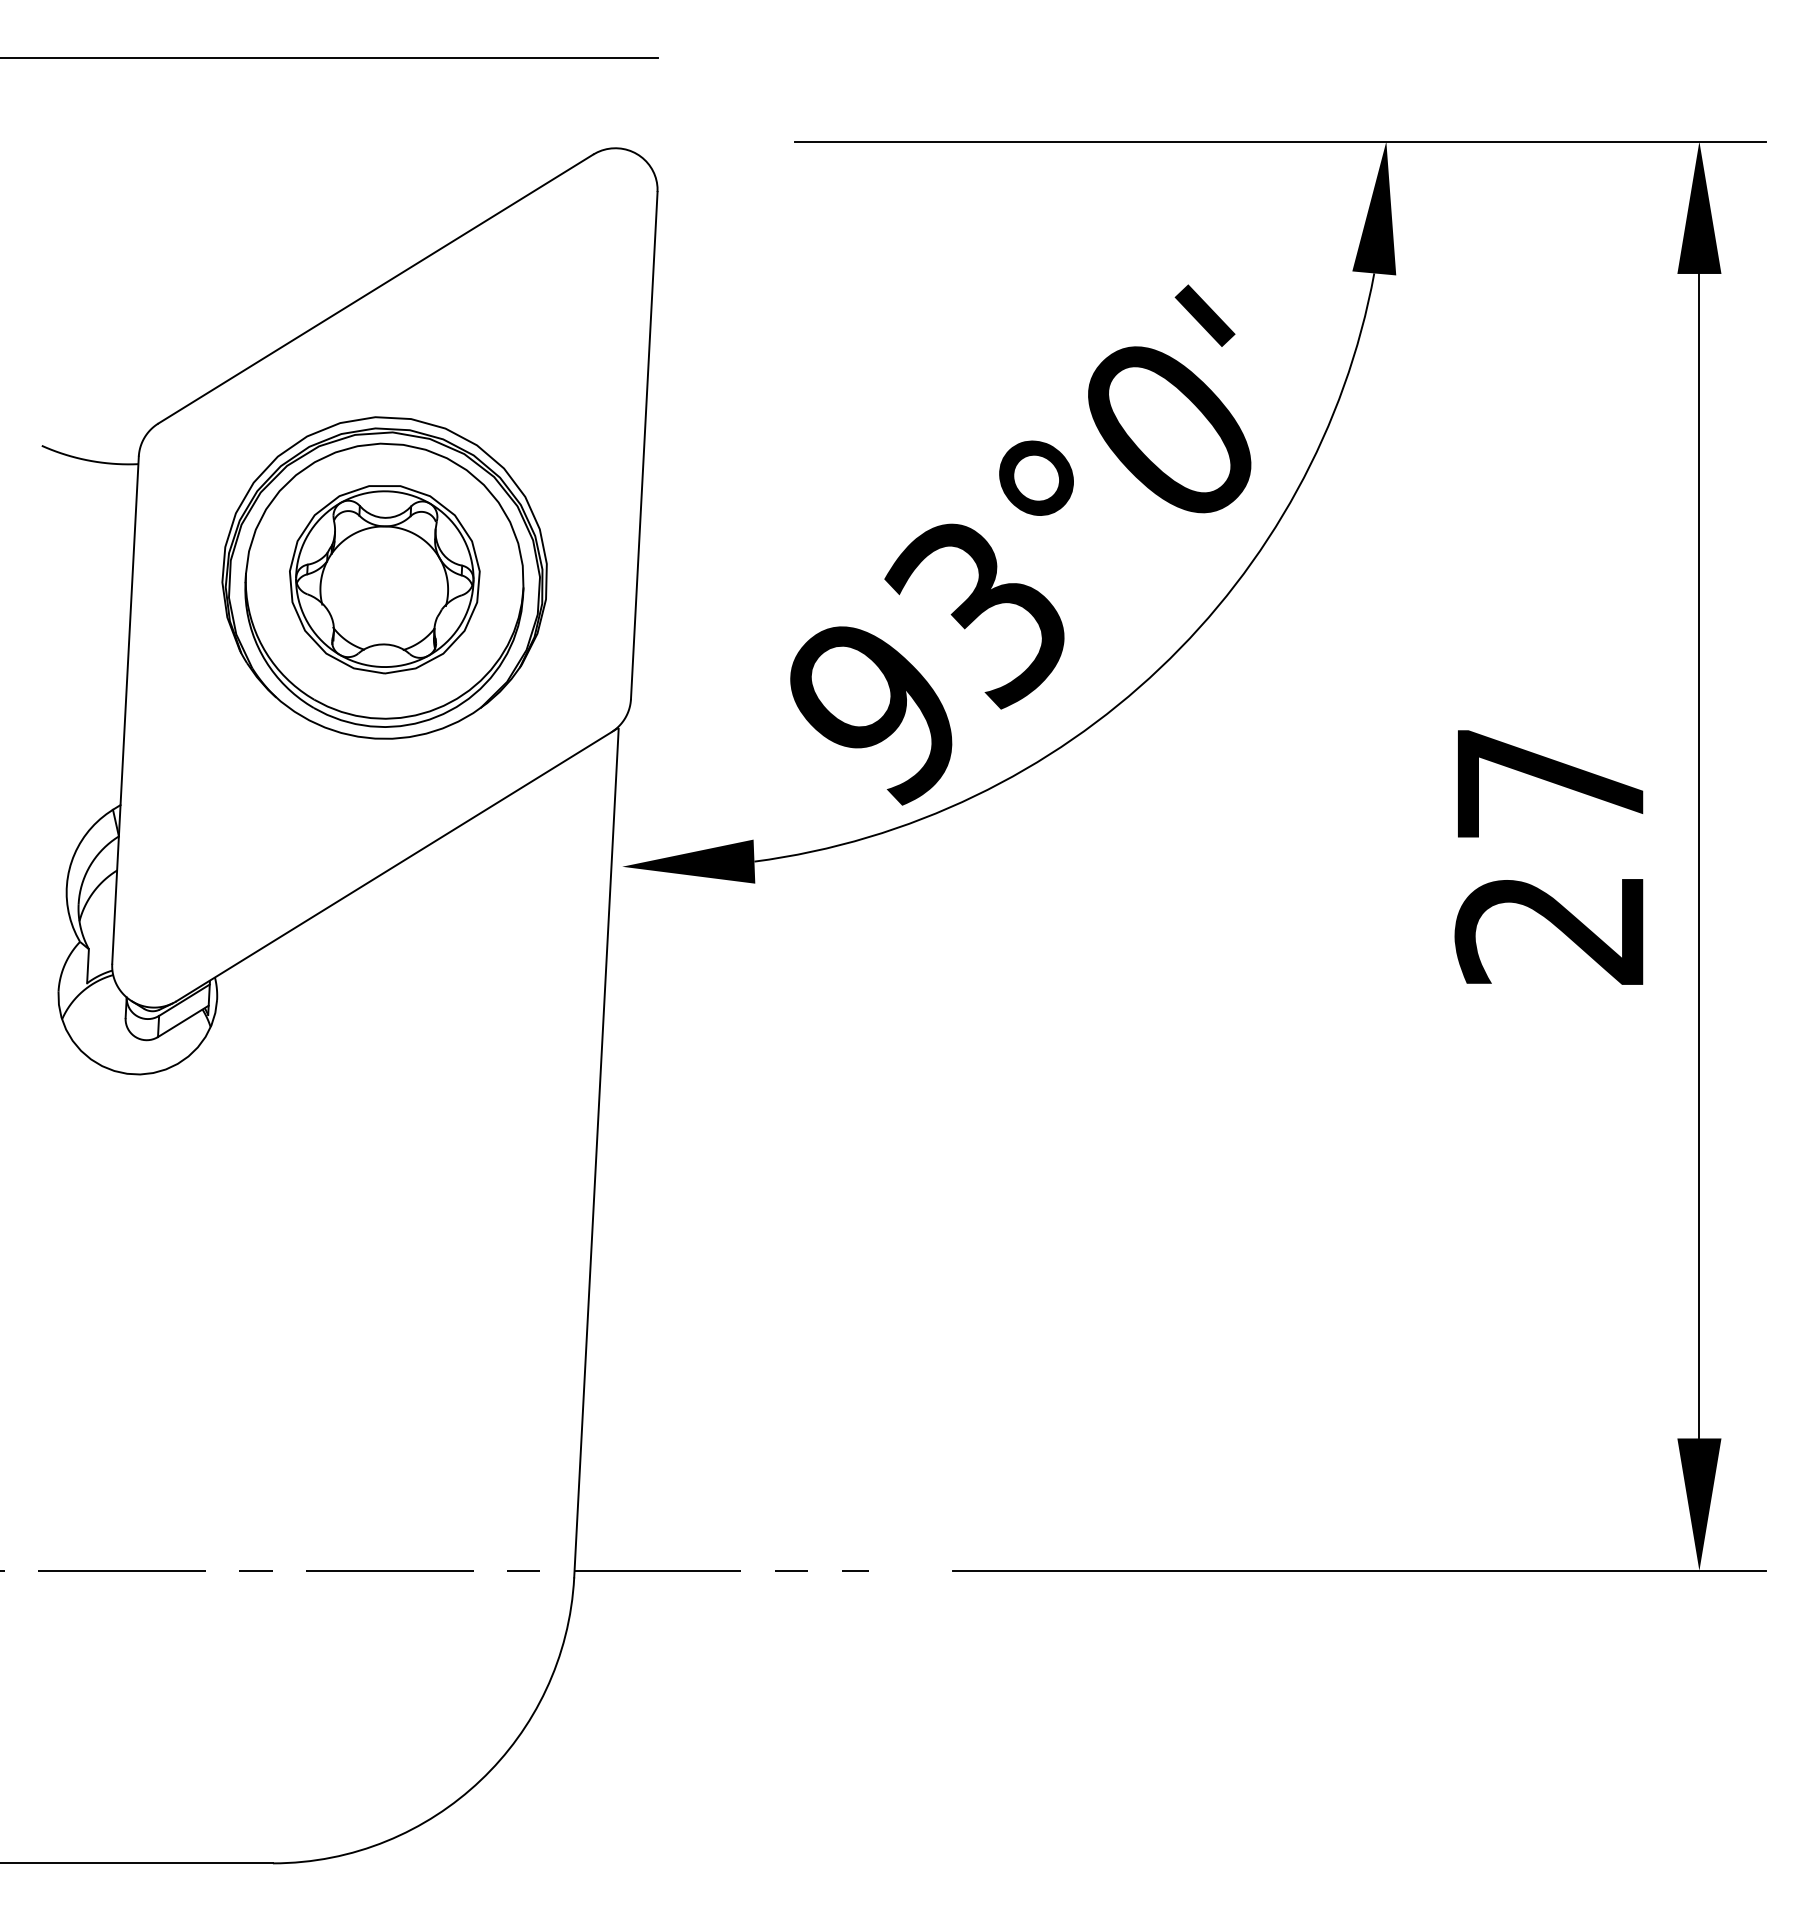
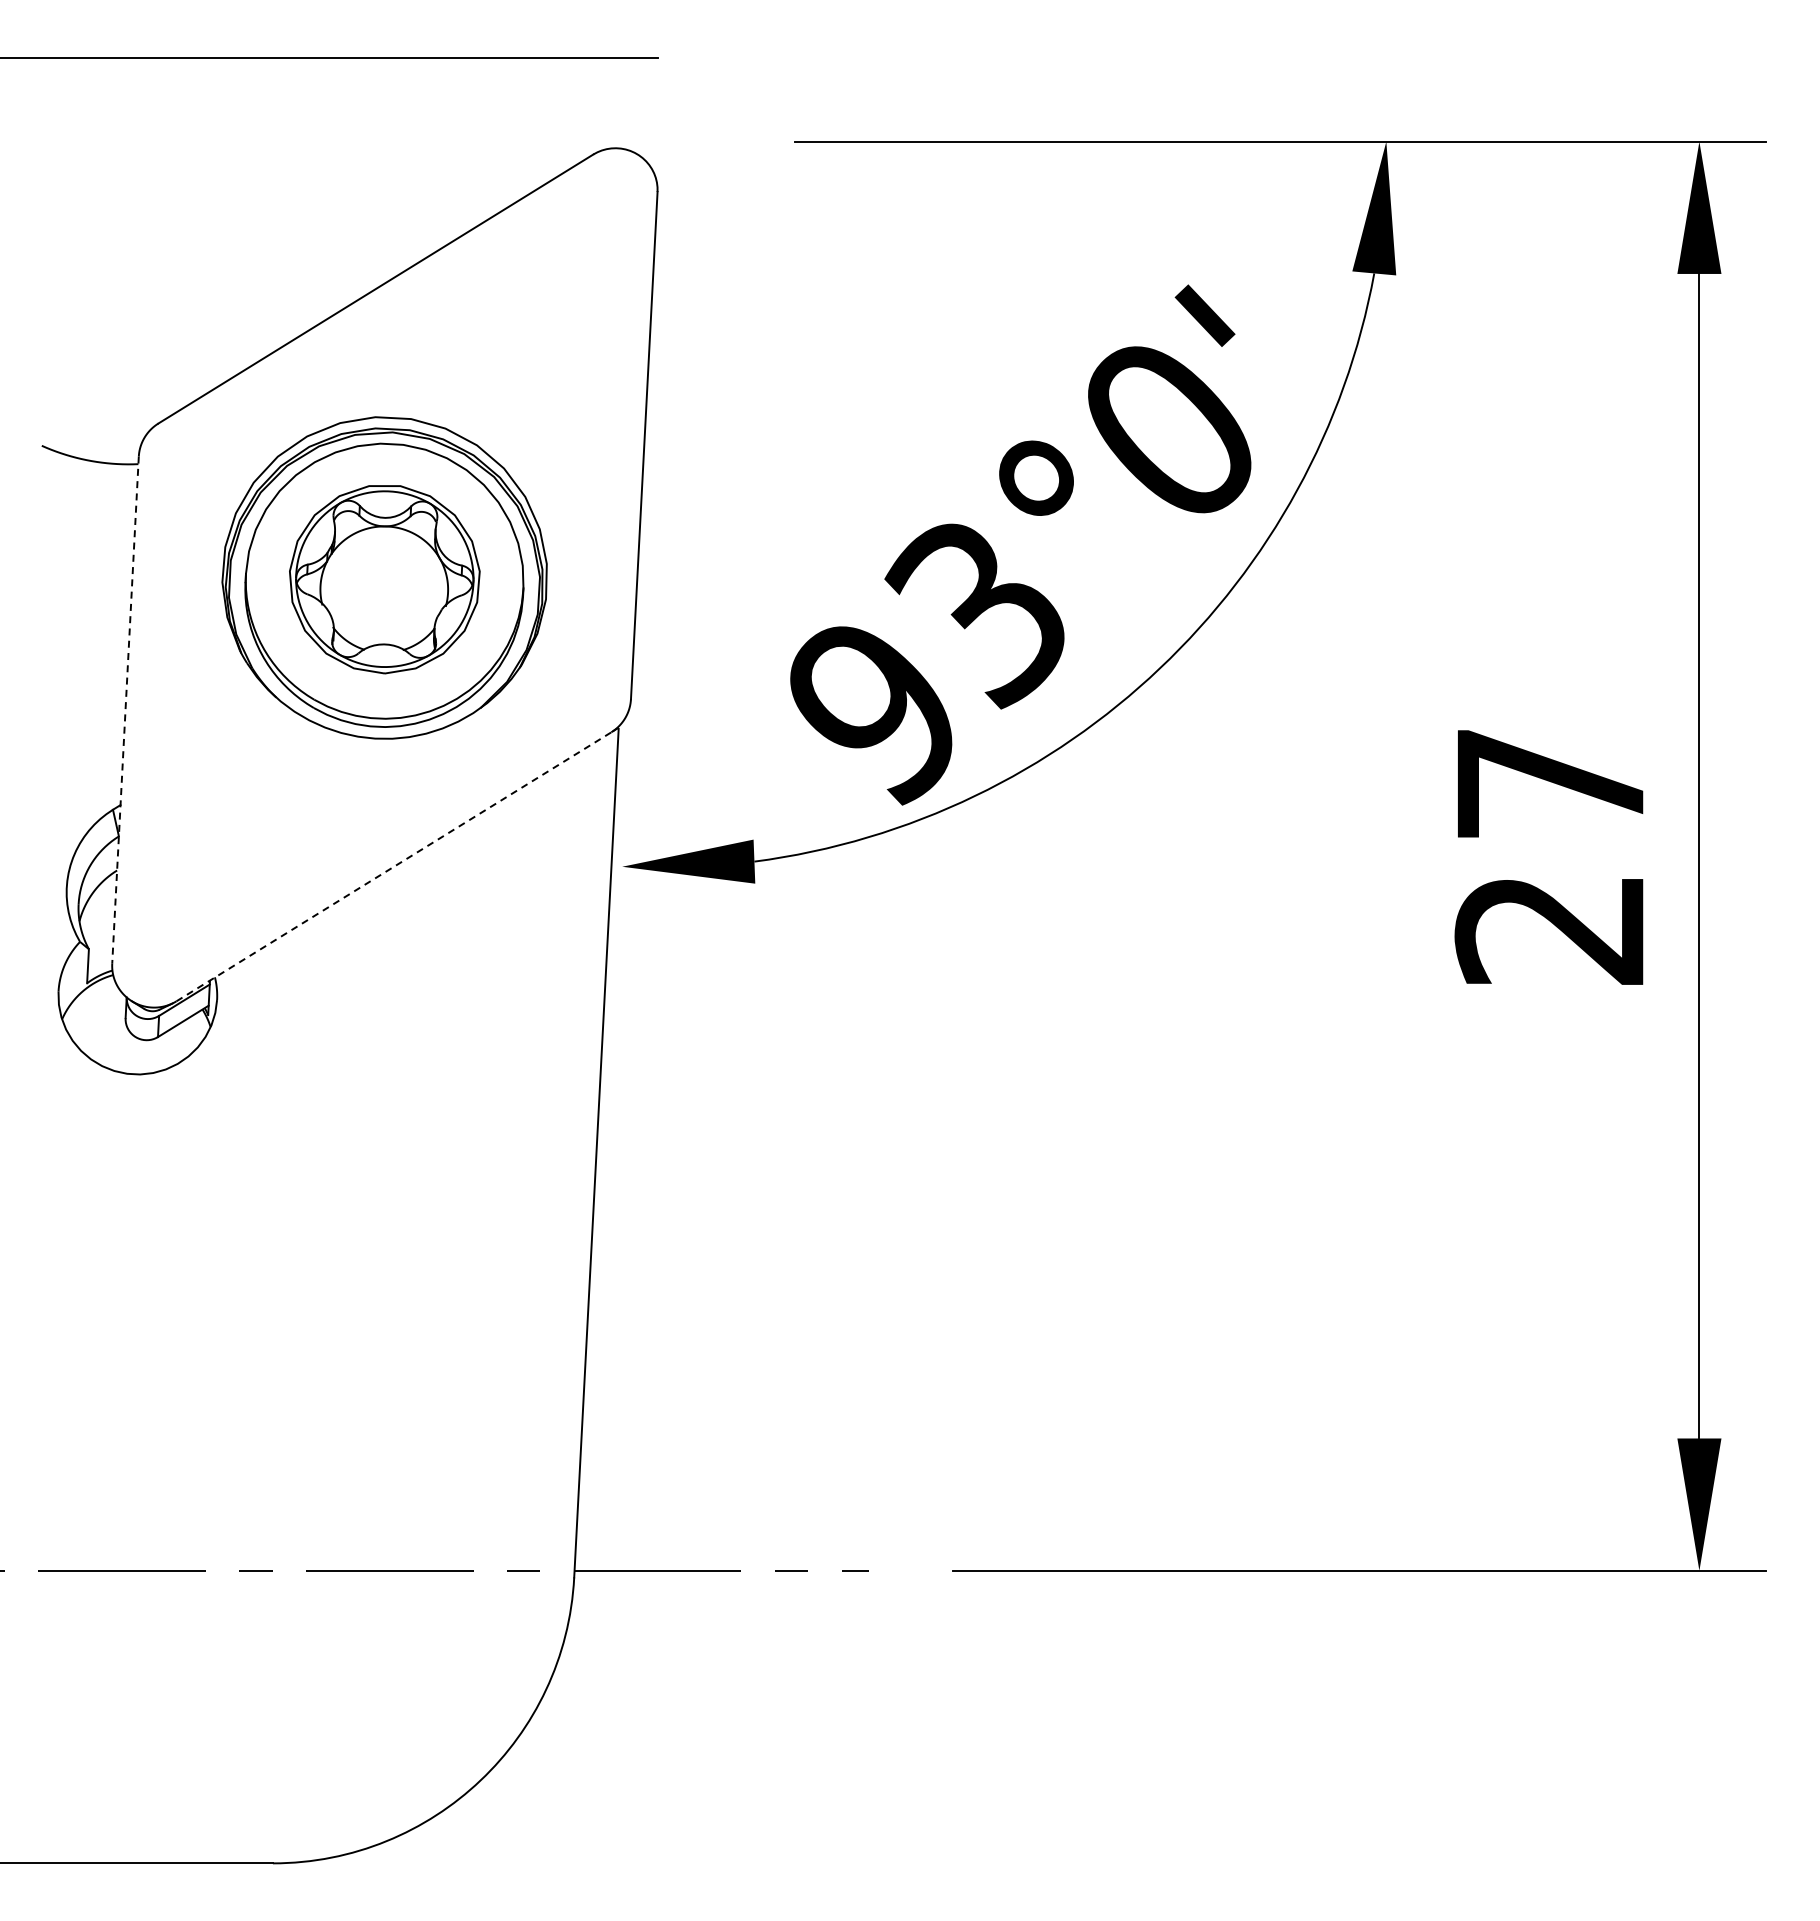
line at (125, 710): solid -> dashed
line at (393, 866): solid -> dashed
